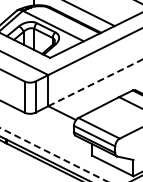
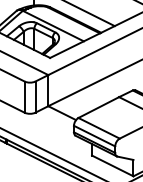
line at (95, 82): dashed -> solid
line at (53, 154): dashed -> solid
